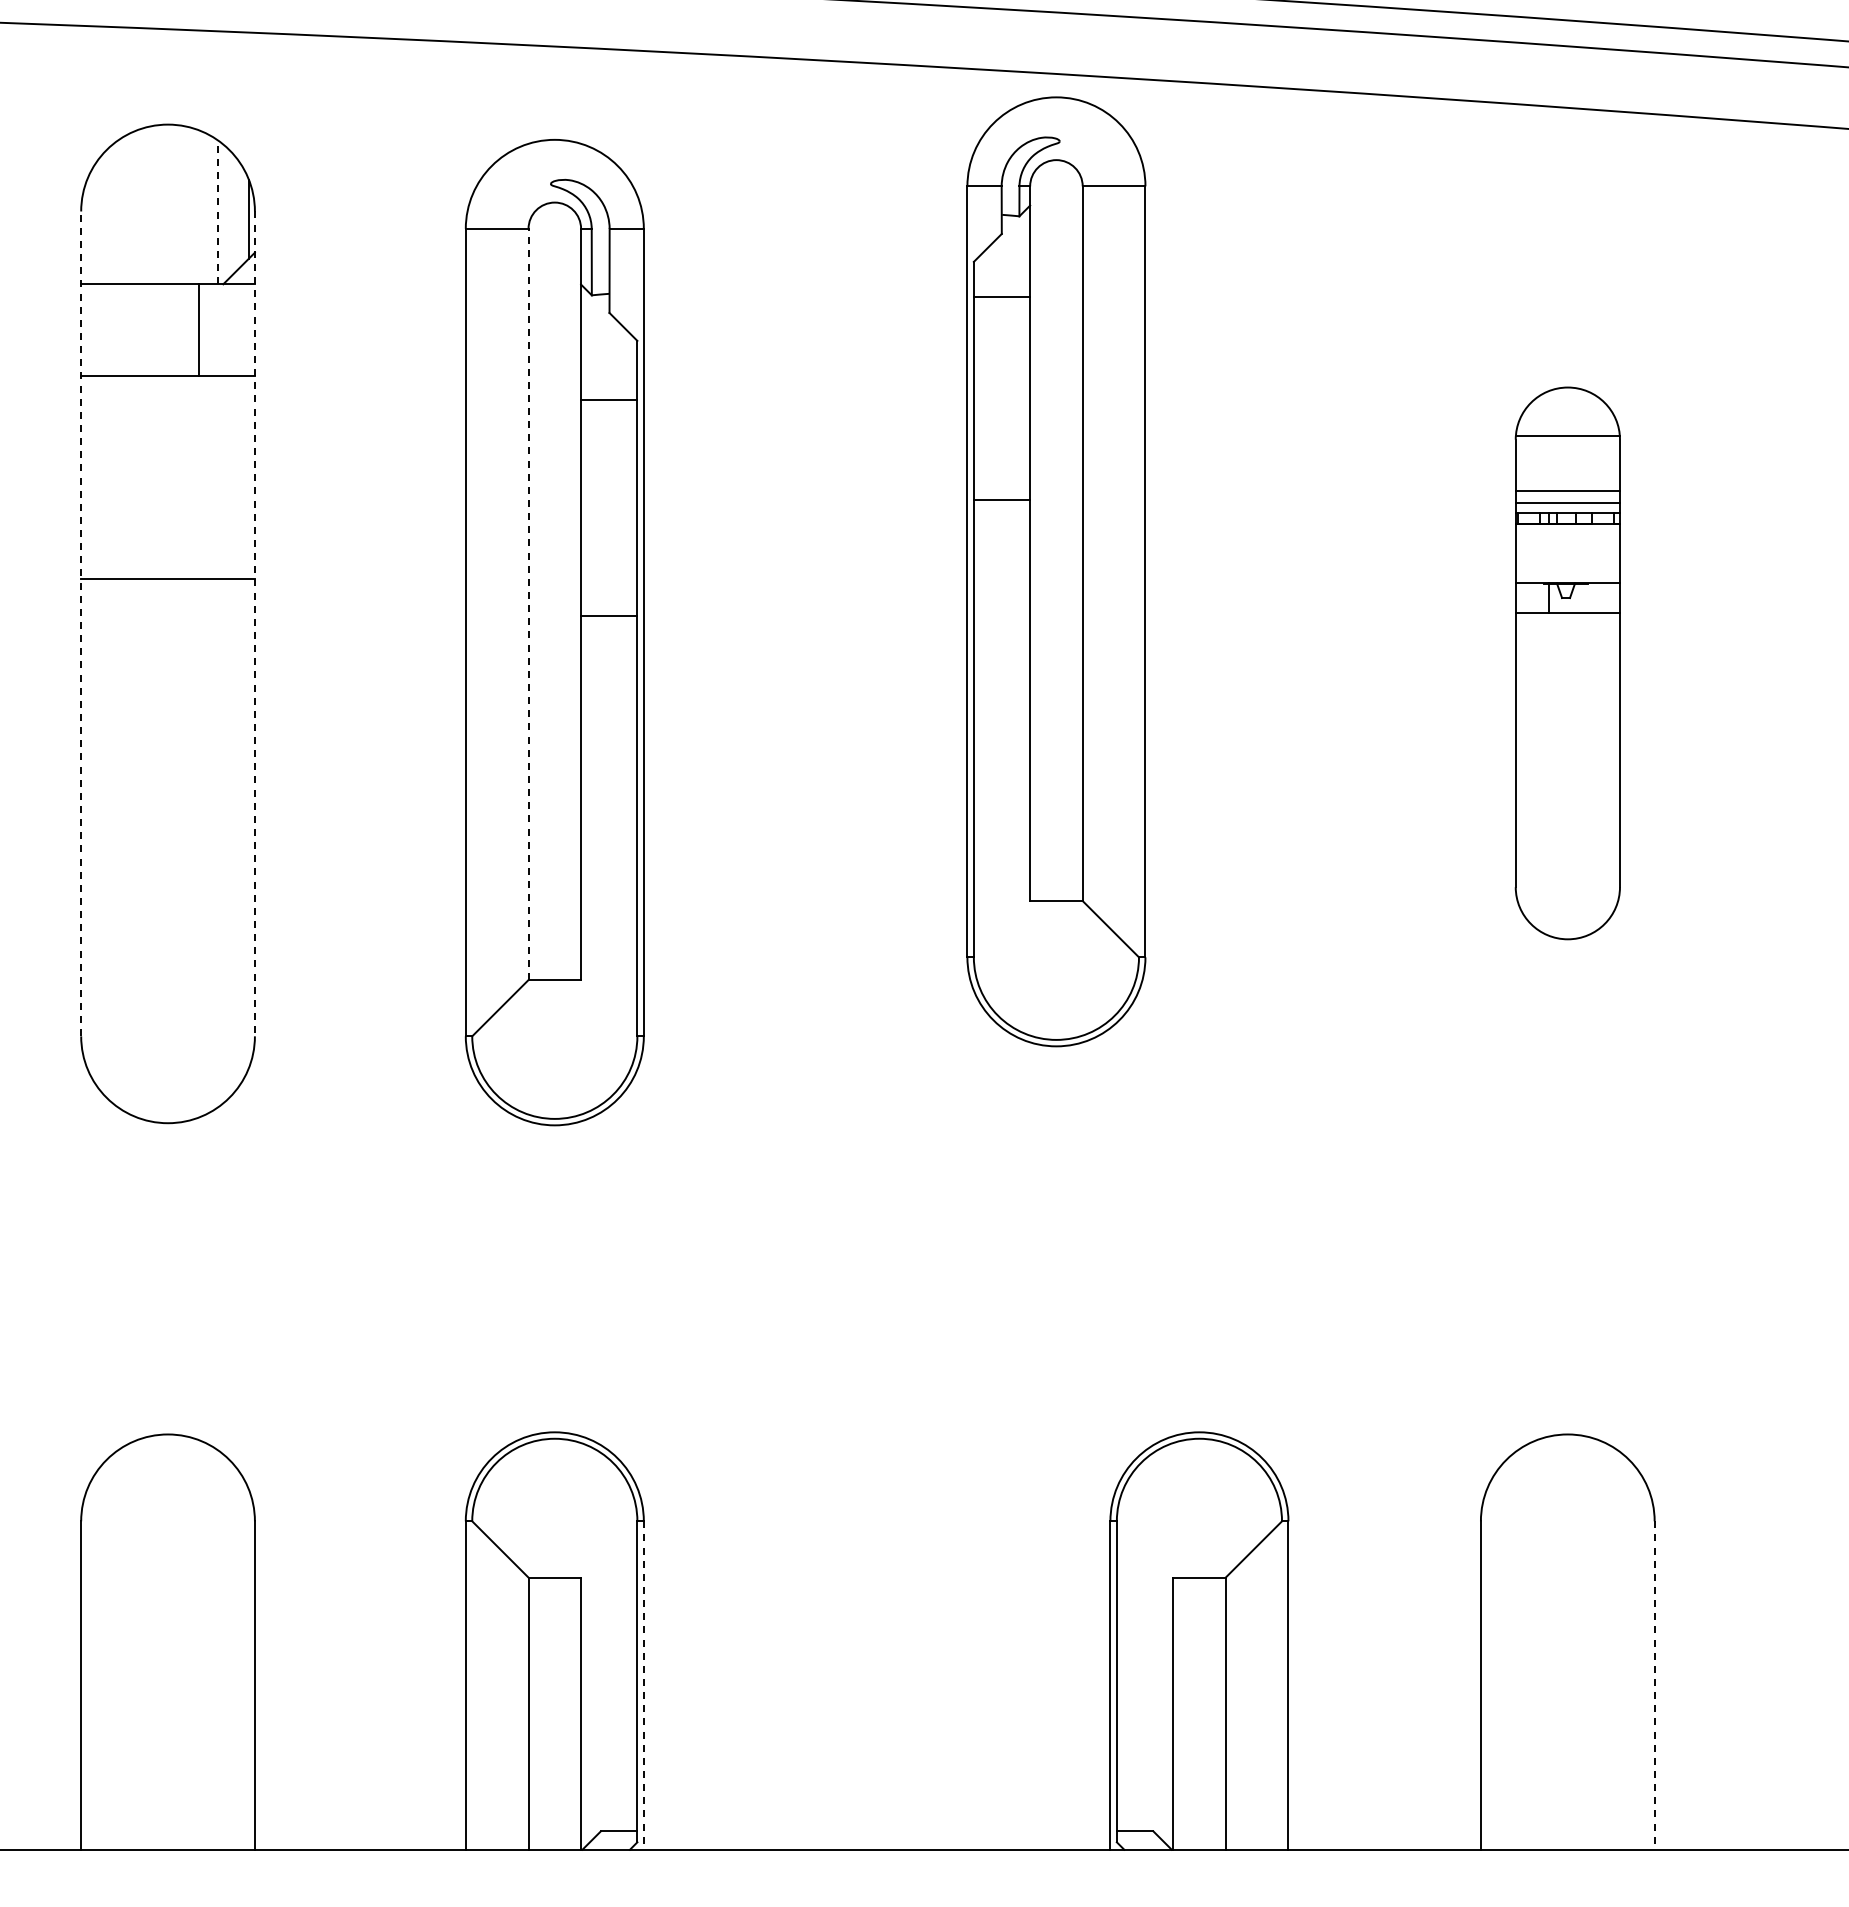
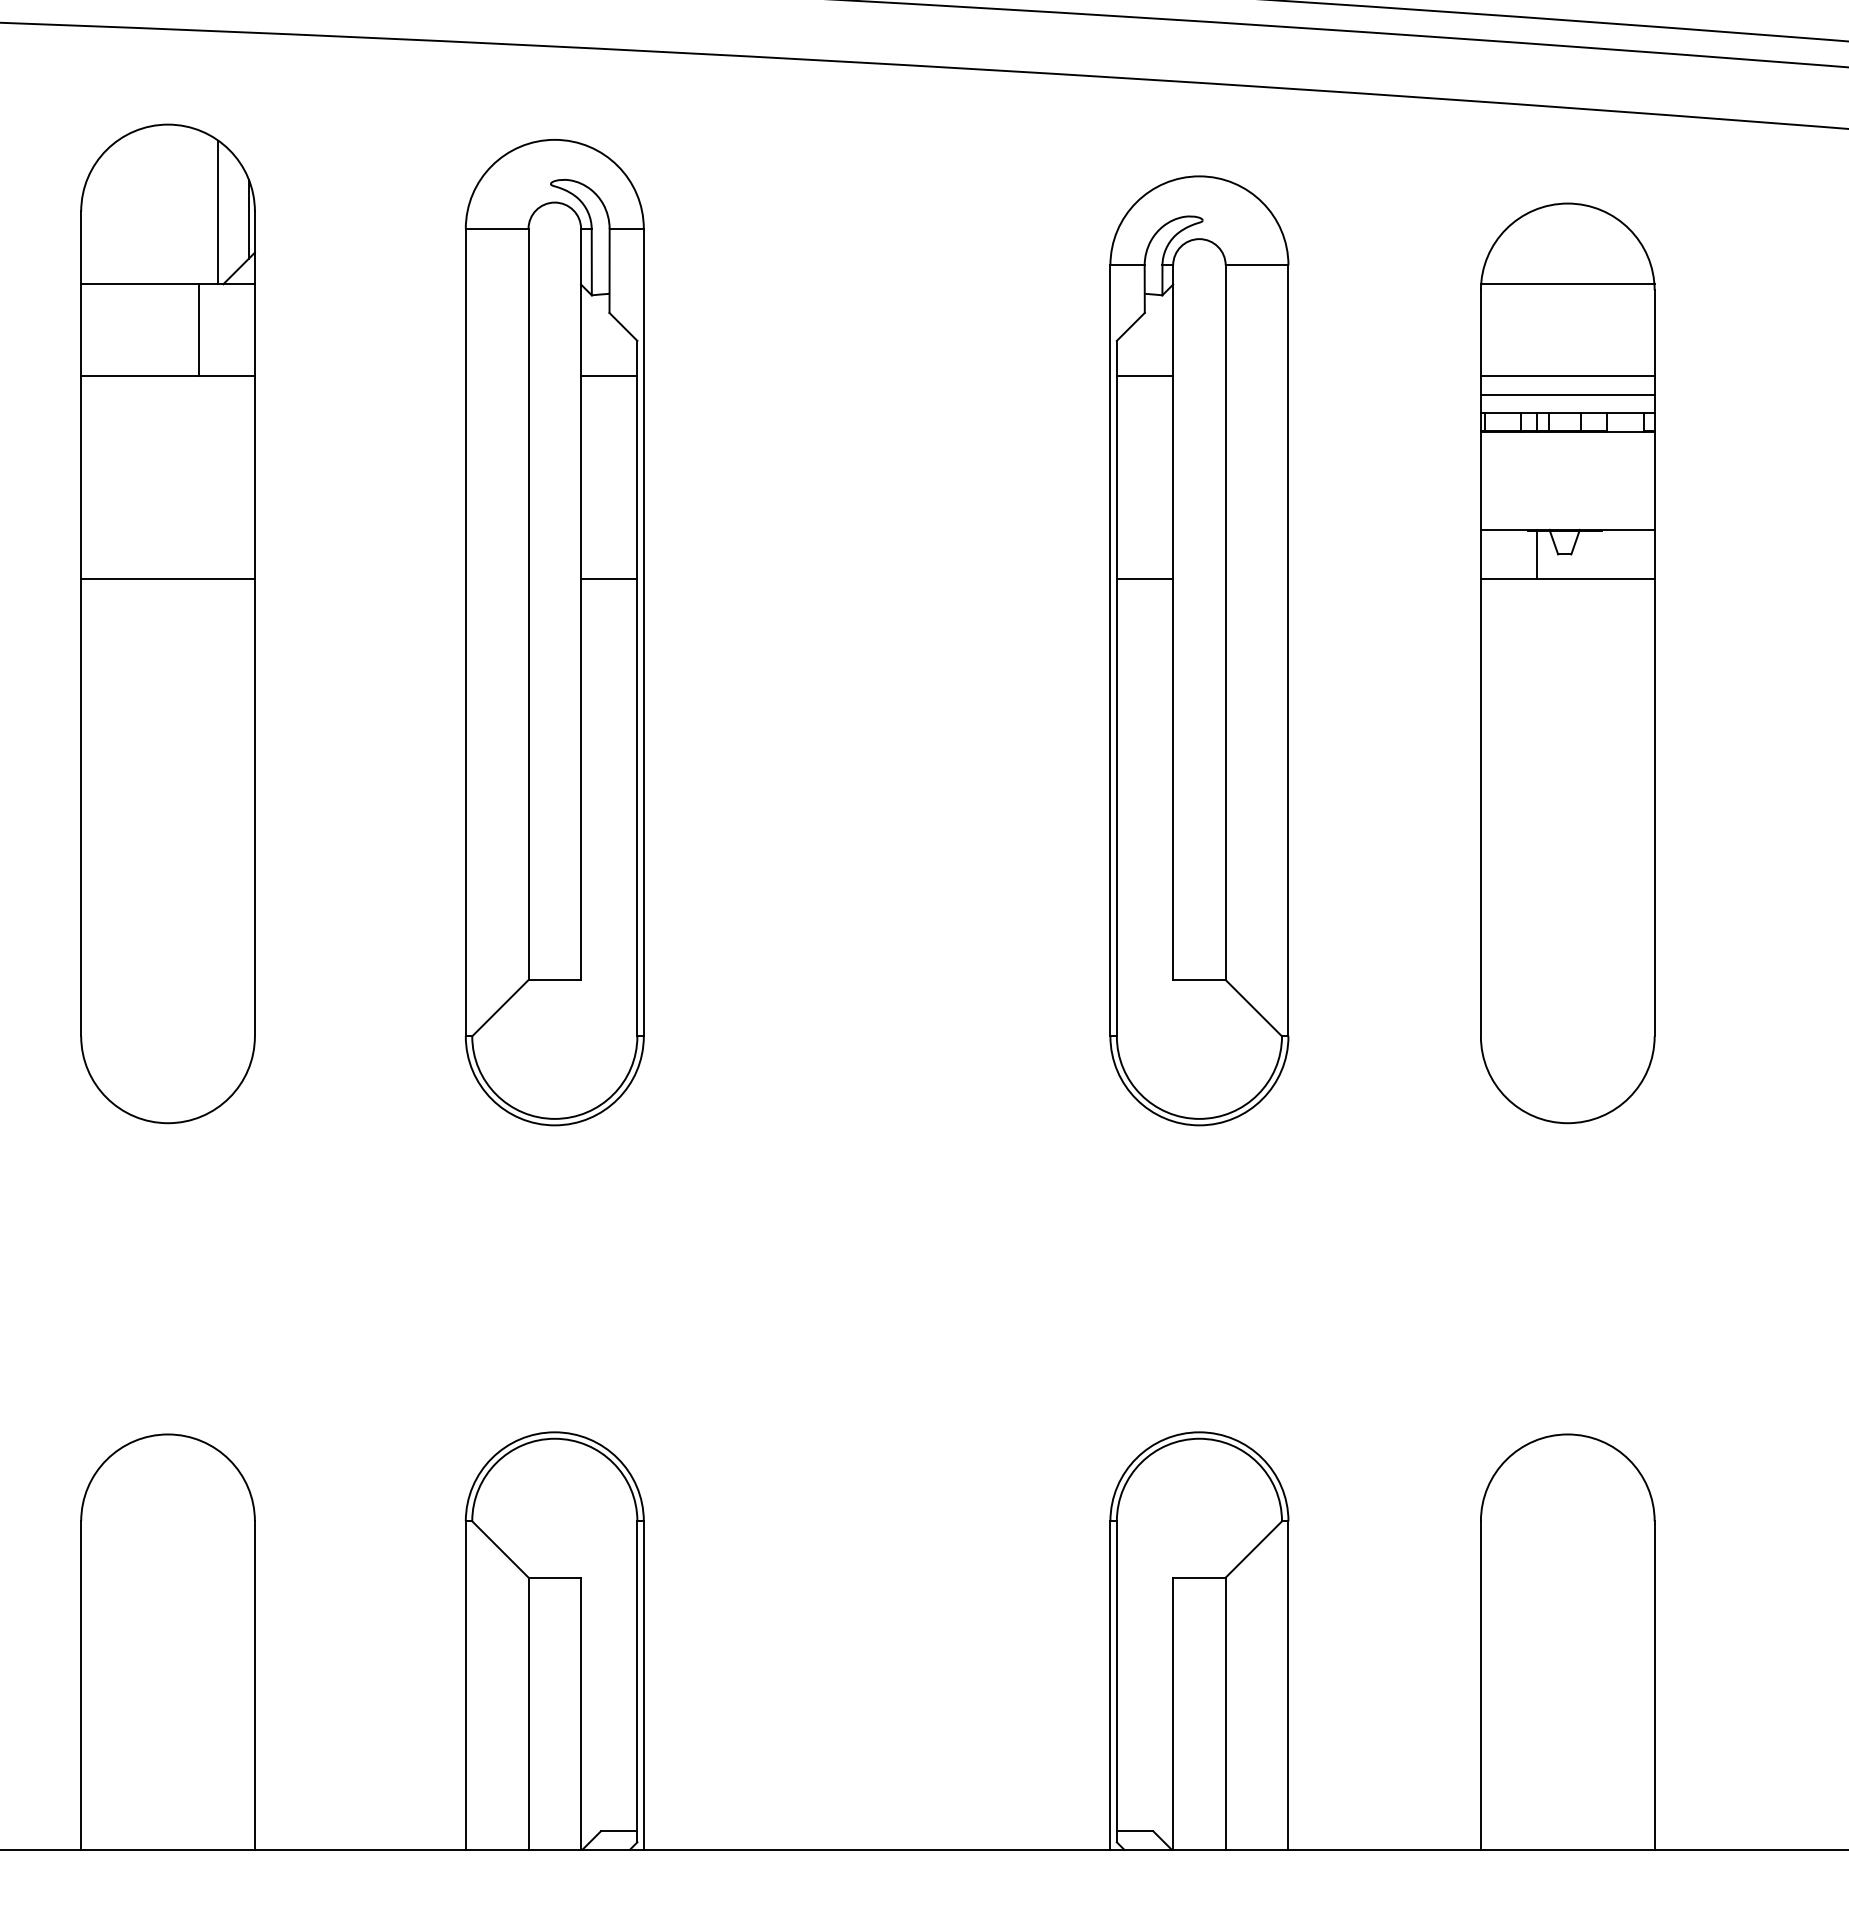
line at (218, 212): dashed -> solid
line at (609, 400) position: (609, 400) -> (609, 376)
part at (1056, 571) position: (1056, 571) -> (1199, 650)
line at (528, 604): dashed -> solid
line at (609, 615) position: (609, 615) -> (609, 578)
line at (81, 623): dashed -> solid
line at (254, 624): dashed -> solid
part at (1567, 663) size: 107x555 px -> 176x923 px
line at (643, 1686): dashed -> solid
line at (1654, 1686): dashed -> solid
